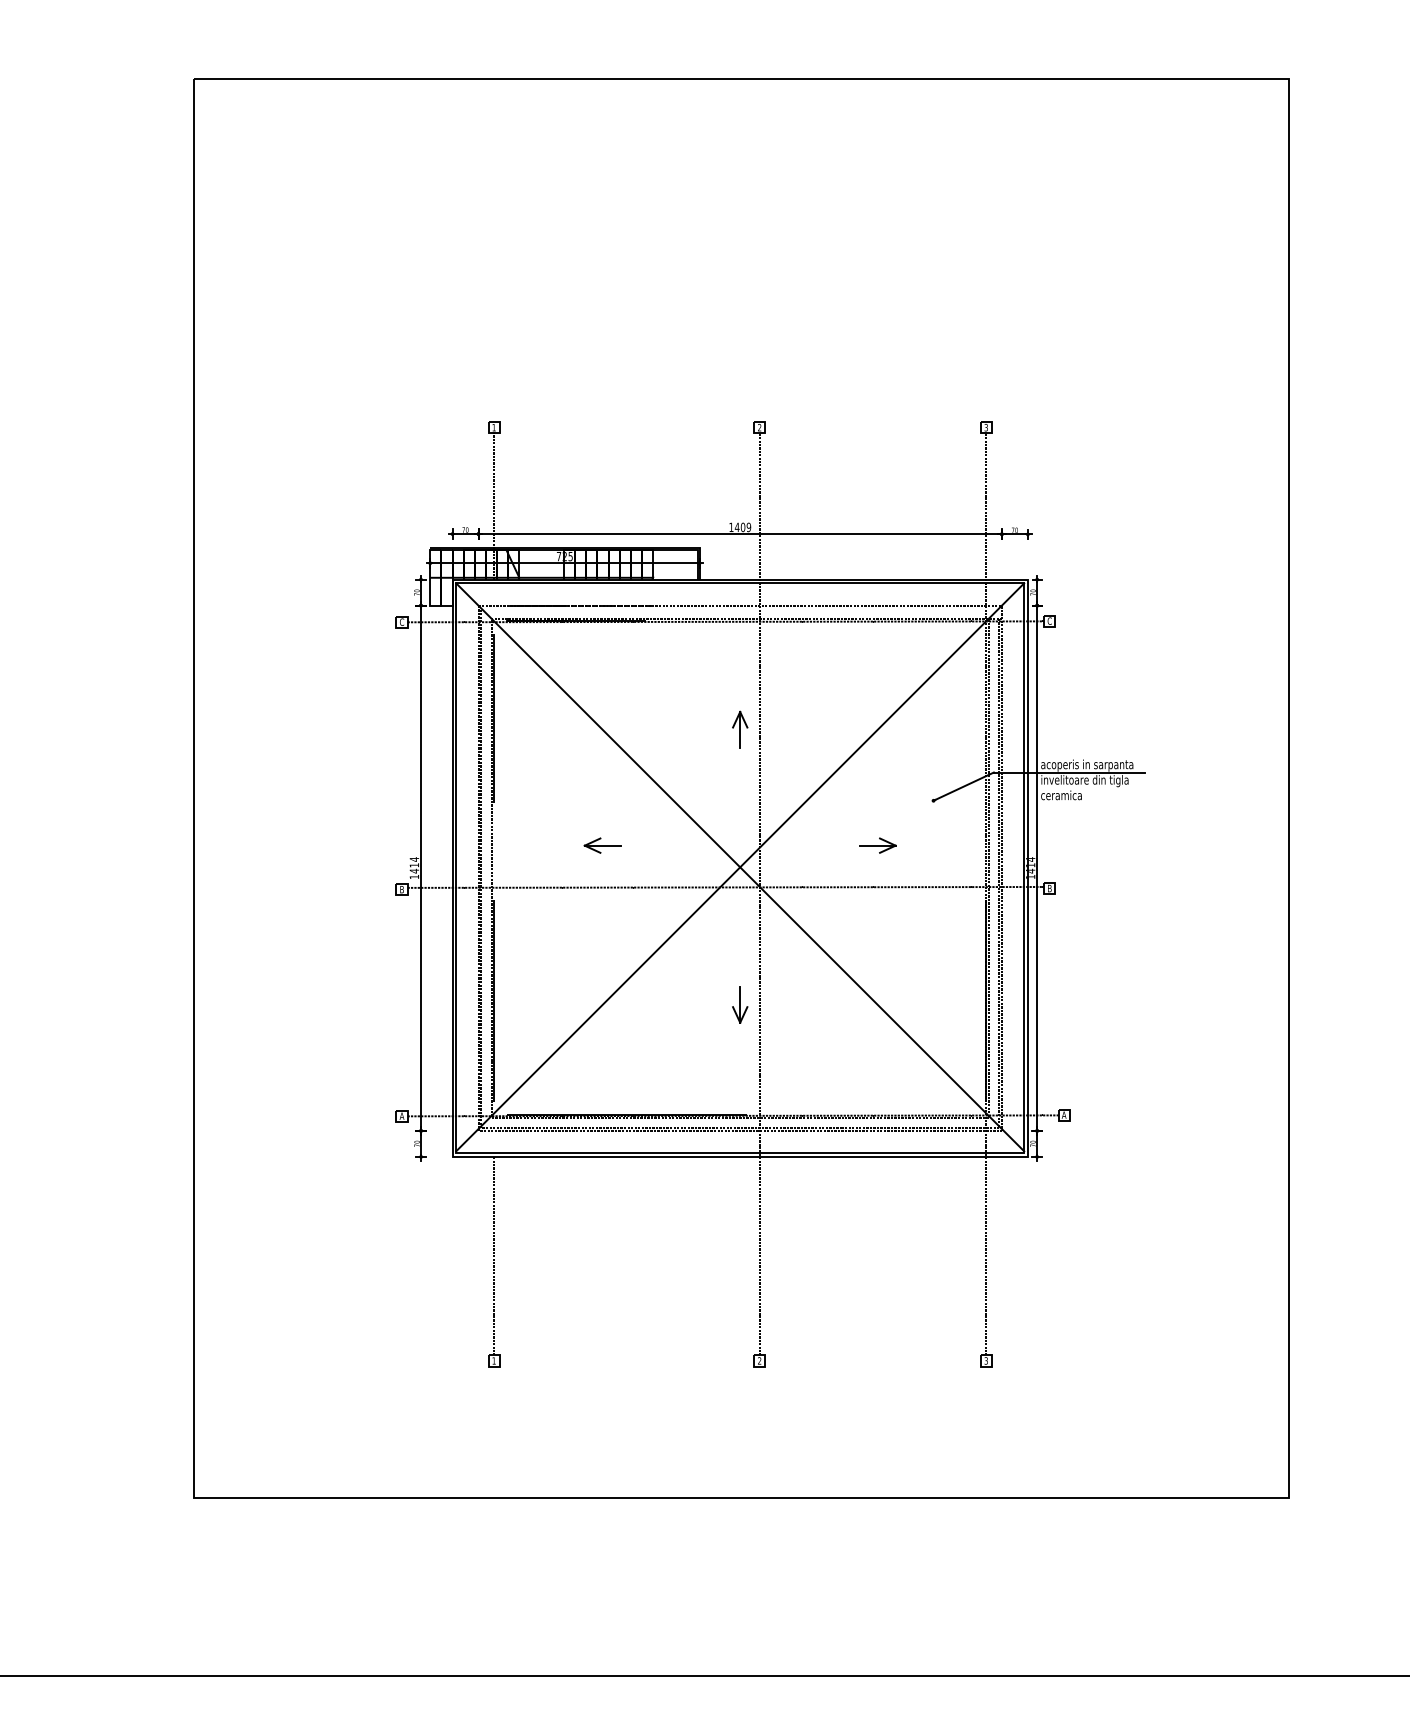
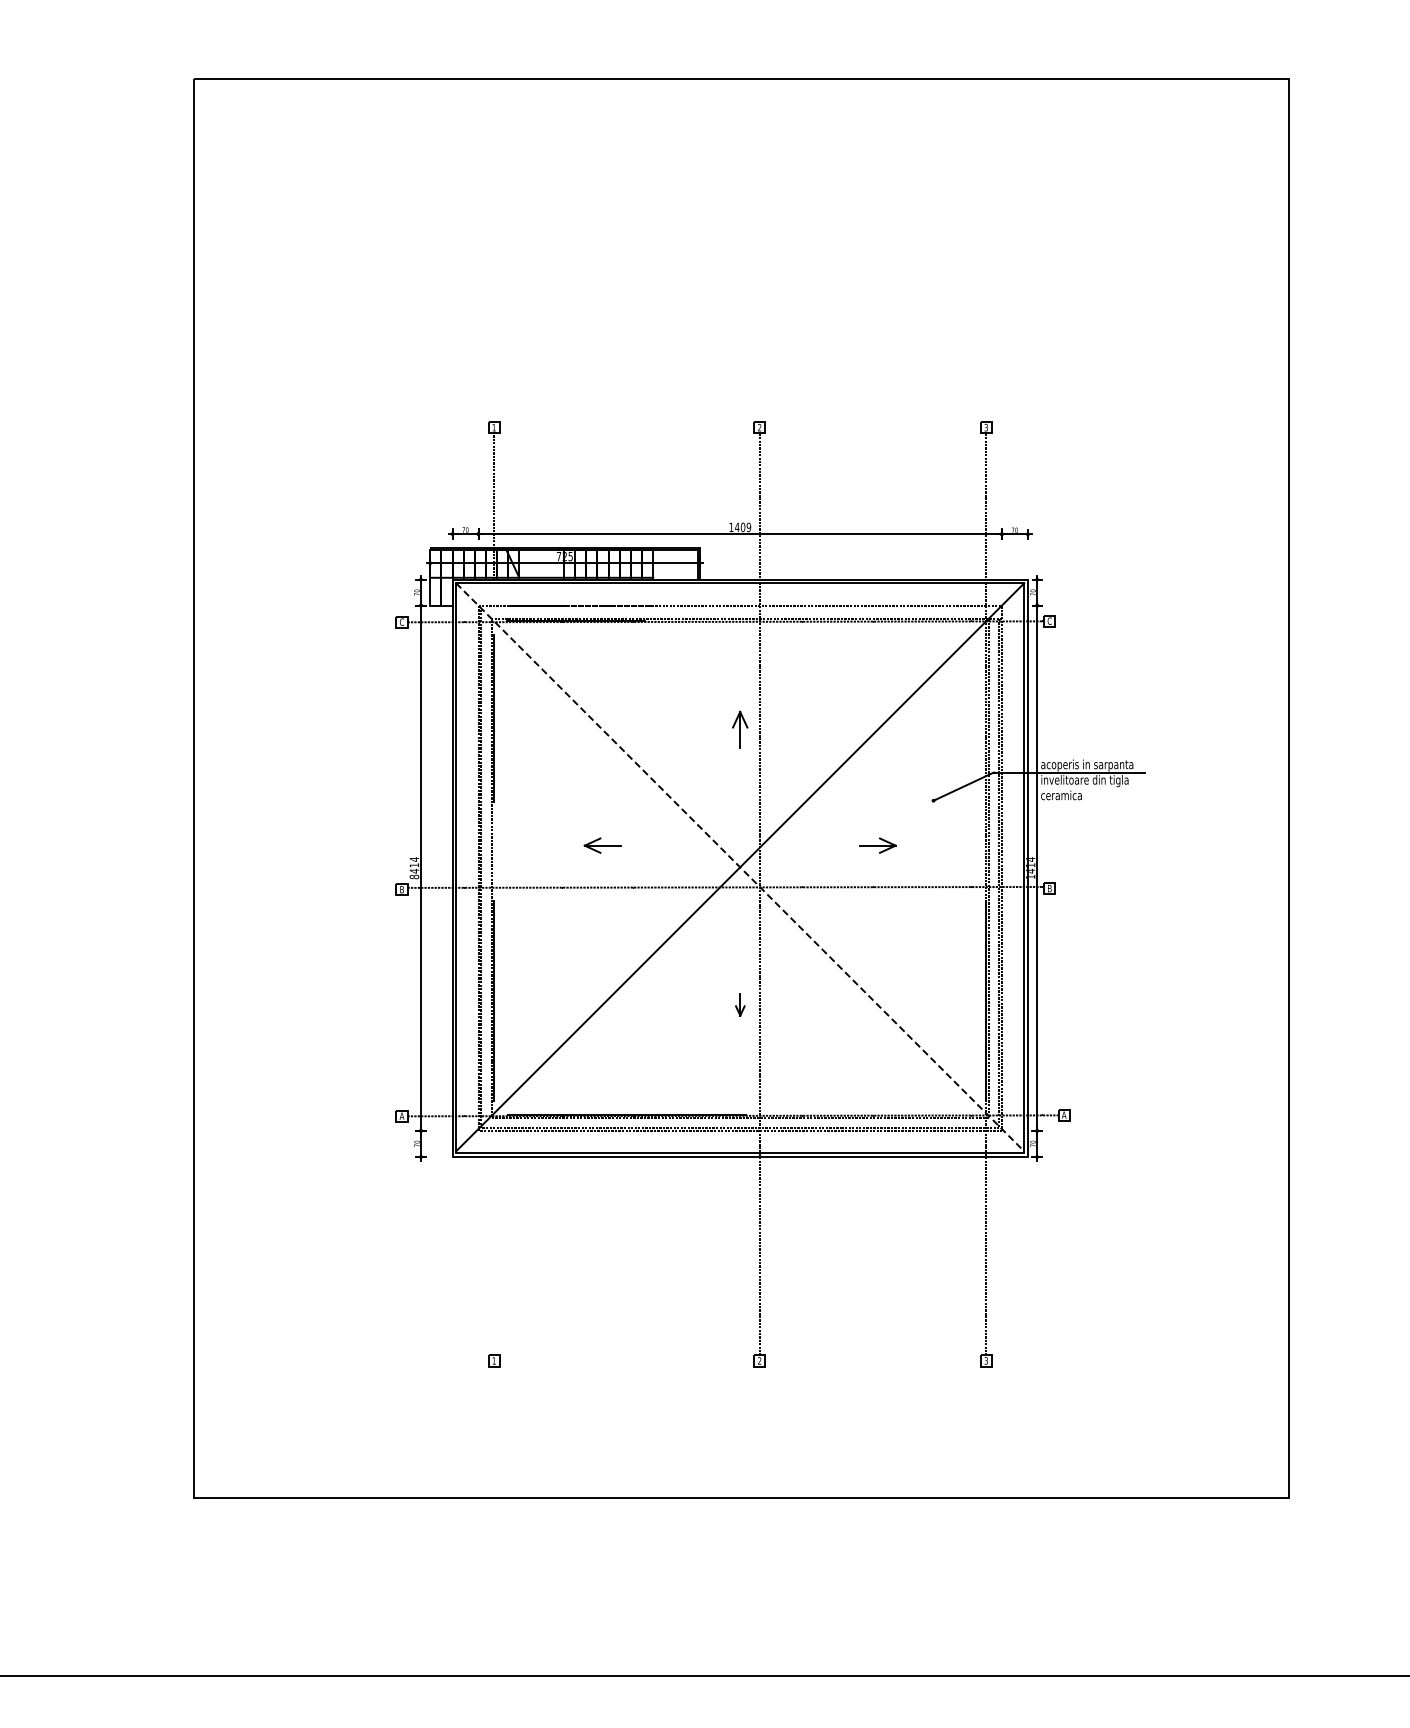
line at (740, 867): solid -> dashed
text at (413, 876): 1414 -> 8414
part at (740, 1004) size: 17x38 px -> 11x24 px
line at (494, 1255): present -> none
